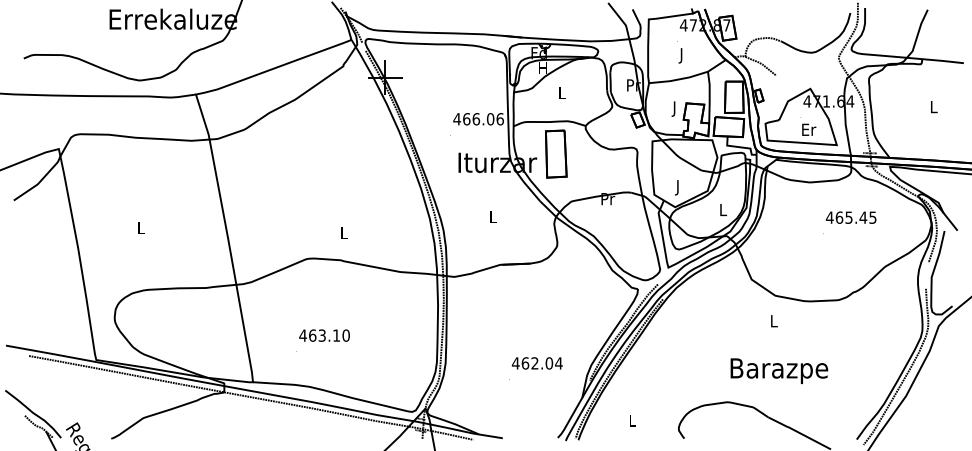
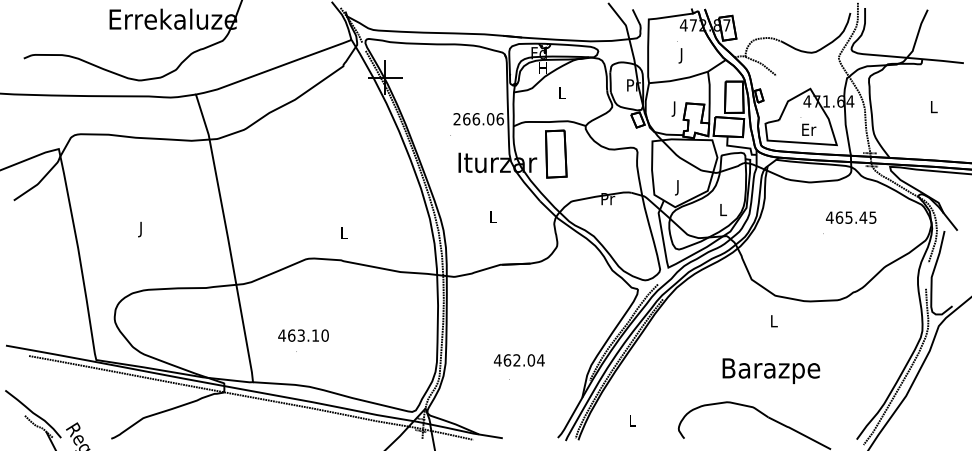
text at (457, 119): 466.06 -> 266.06
text at (141, 229): L -> J
text at (324, 335) position: (324, 335) -> (303, 335)
text at (536, 363) position: (536, 363) -> (518, 360)
text at (779, 370) position: (779, 370) -> (771, 370)
